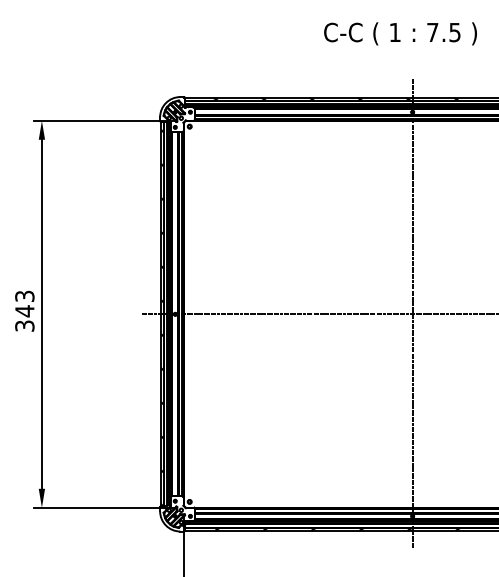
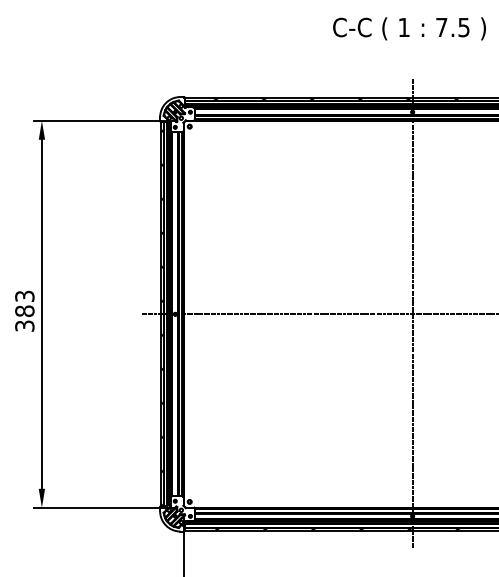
text at (400, 33) position: (400, 33) -> (409, 28)
text at (24, 311): 343 -> 383
